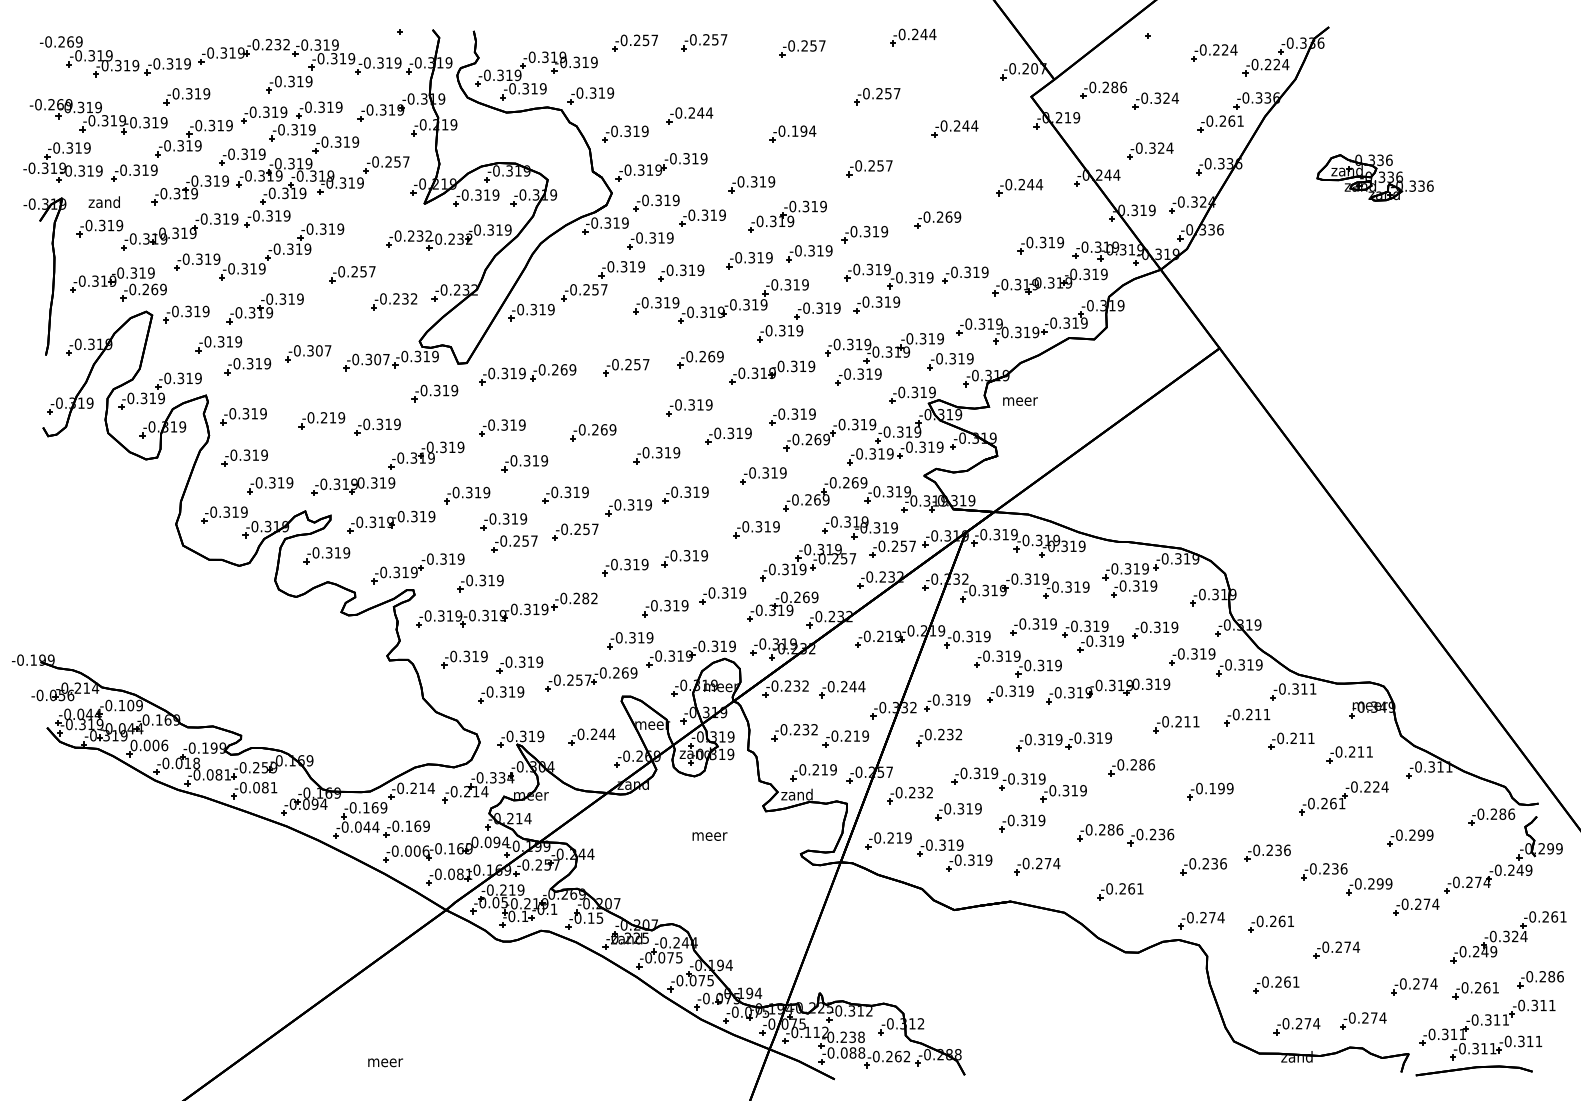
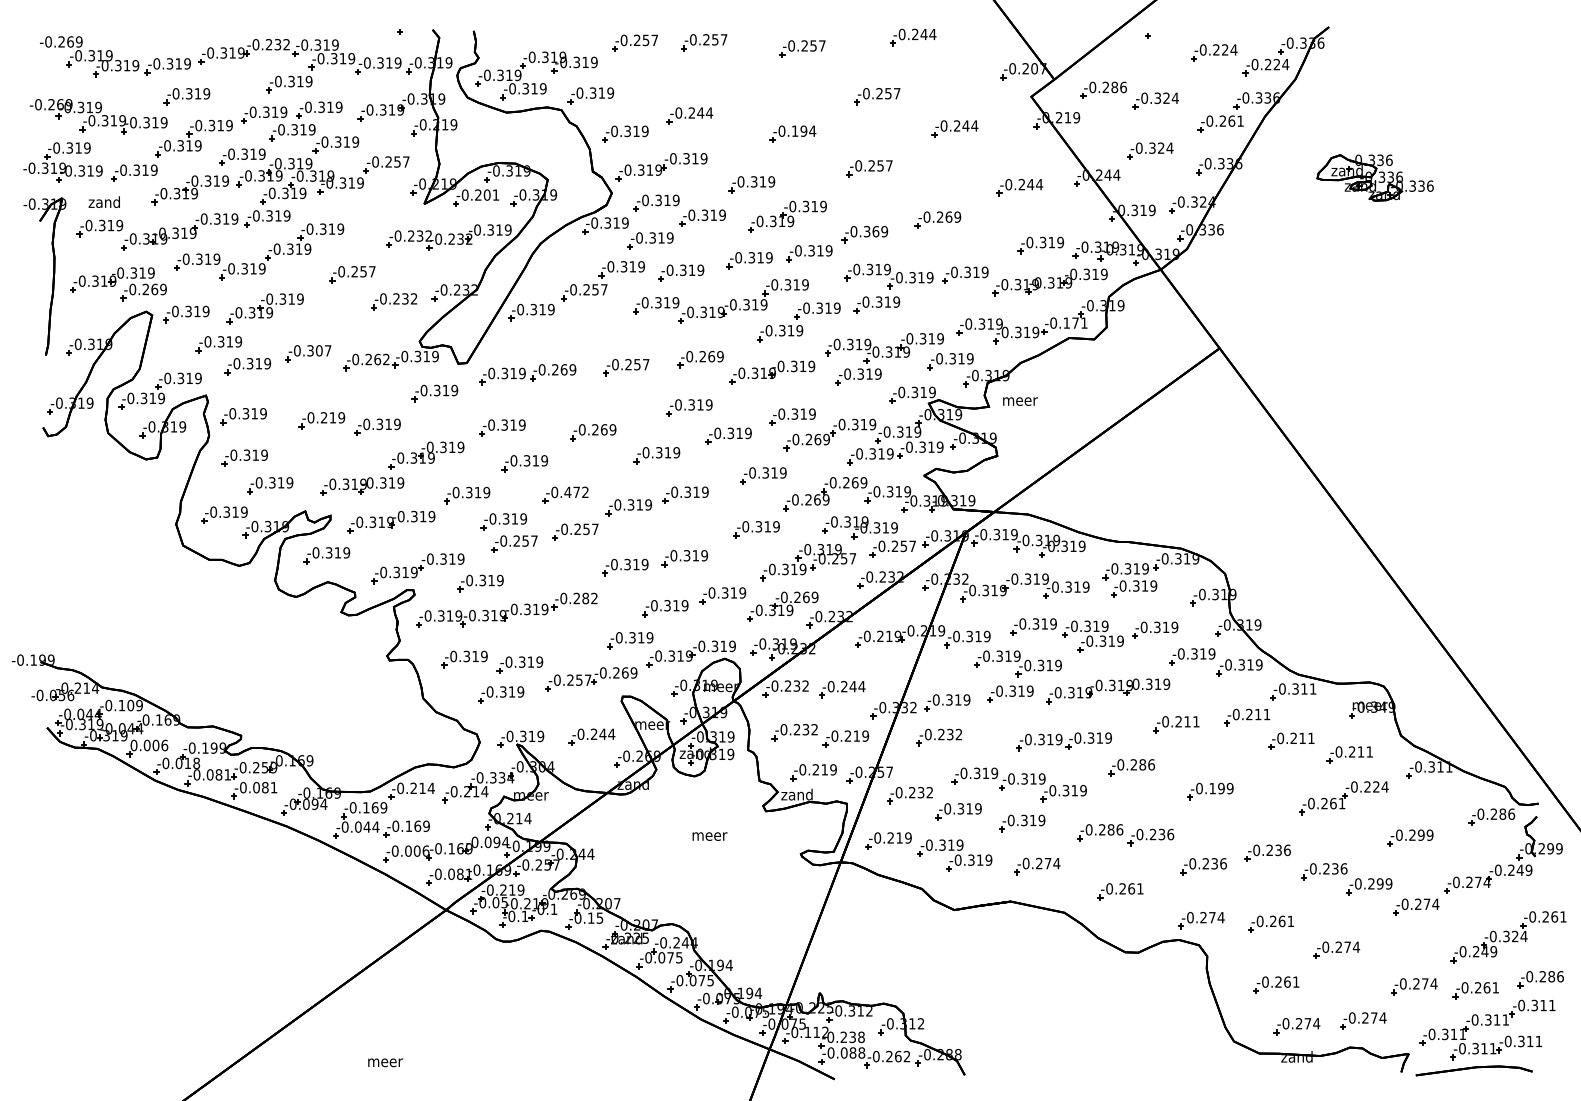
text at (487, 194): -0.319 -> -0.201
text at (875, 231): -0.319 -> -0.369
text at (1075, 322): -0.319 -> -0.171
text at (377, 359): -0.307 -> -0.262
part at (353, 486) position: (353, 486) -> (362, 486)
text at (576, 492): -0.319 -> -0.472
